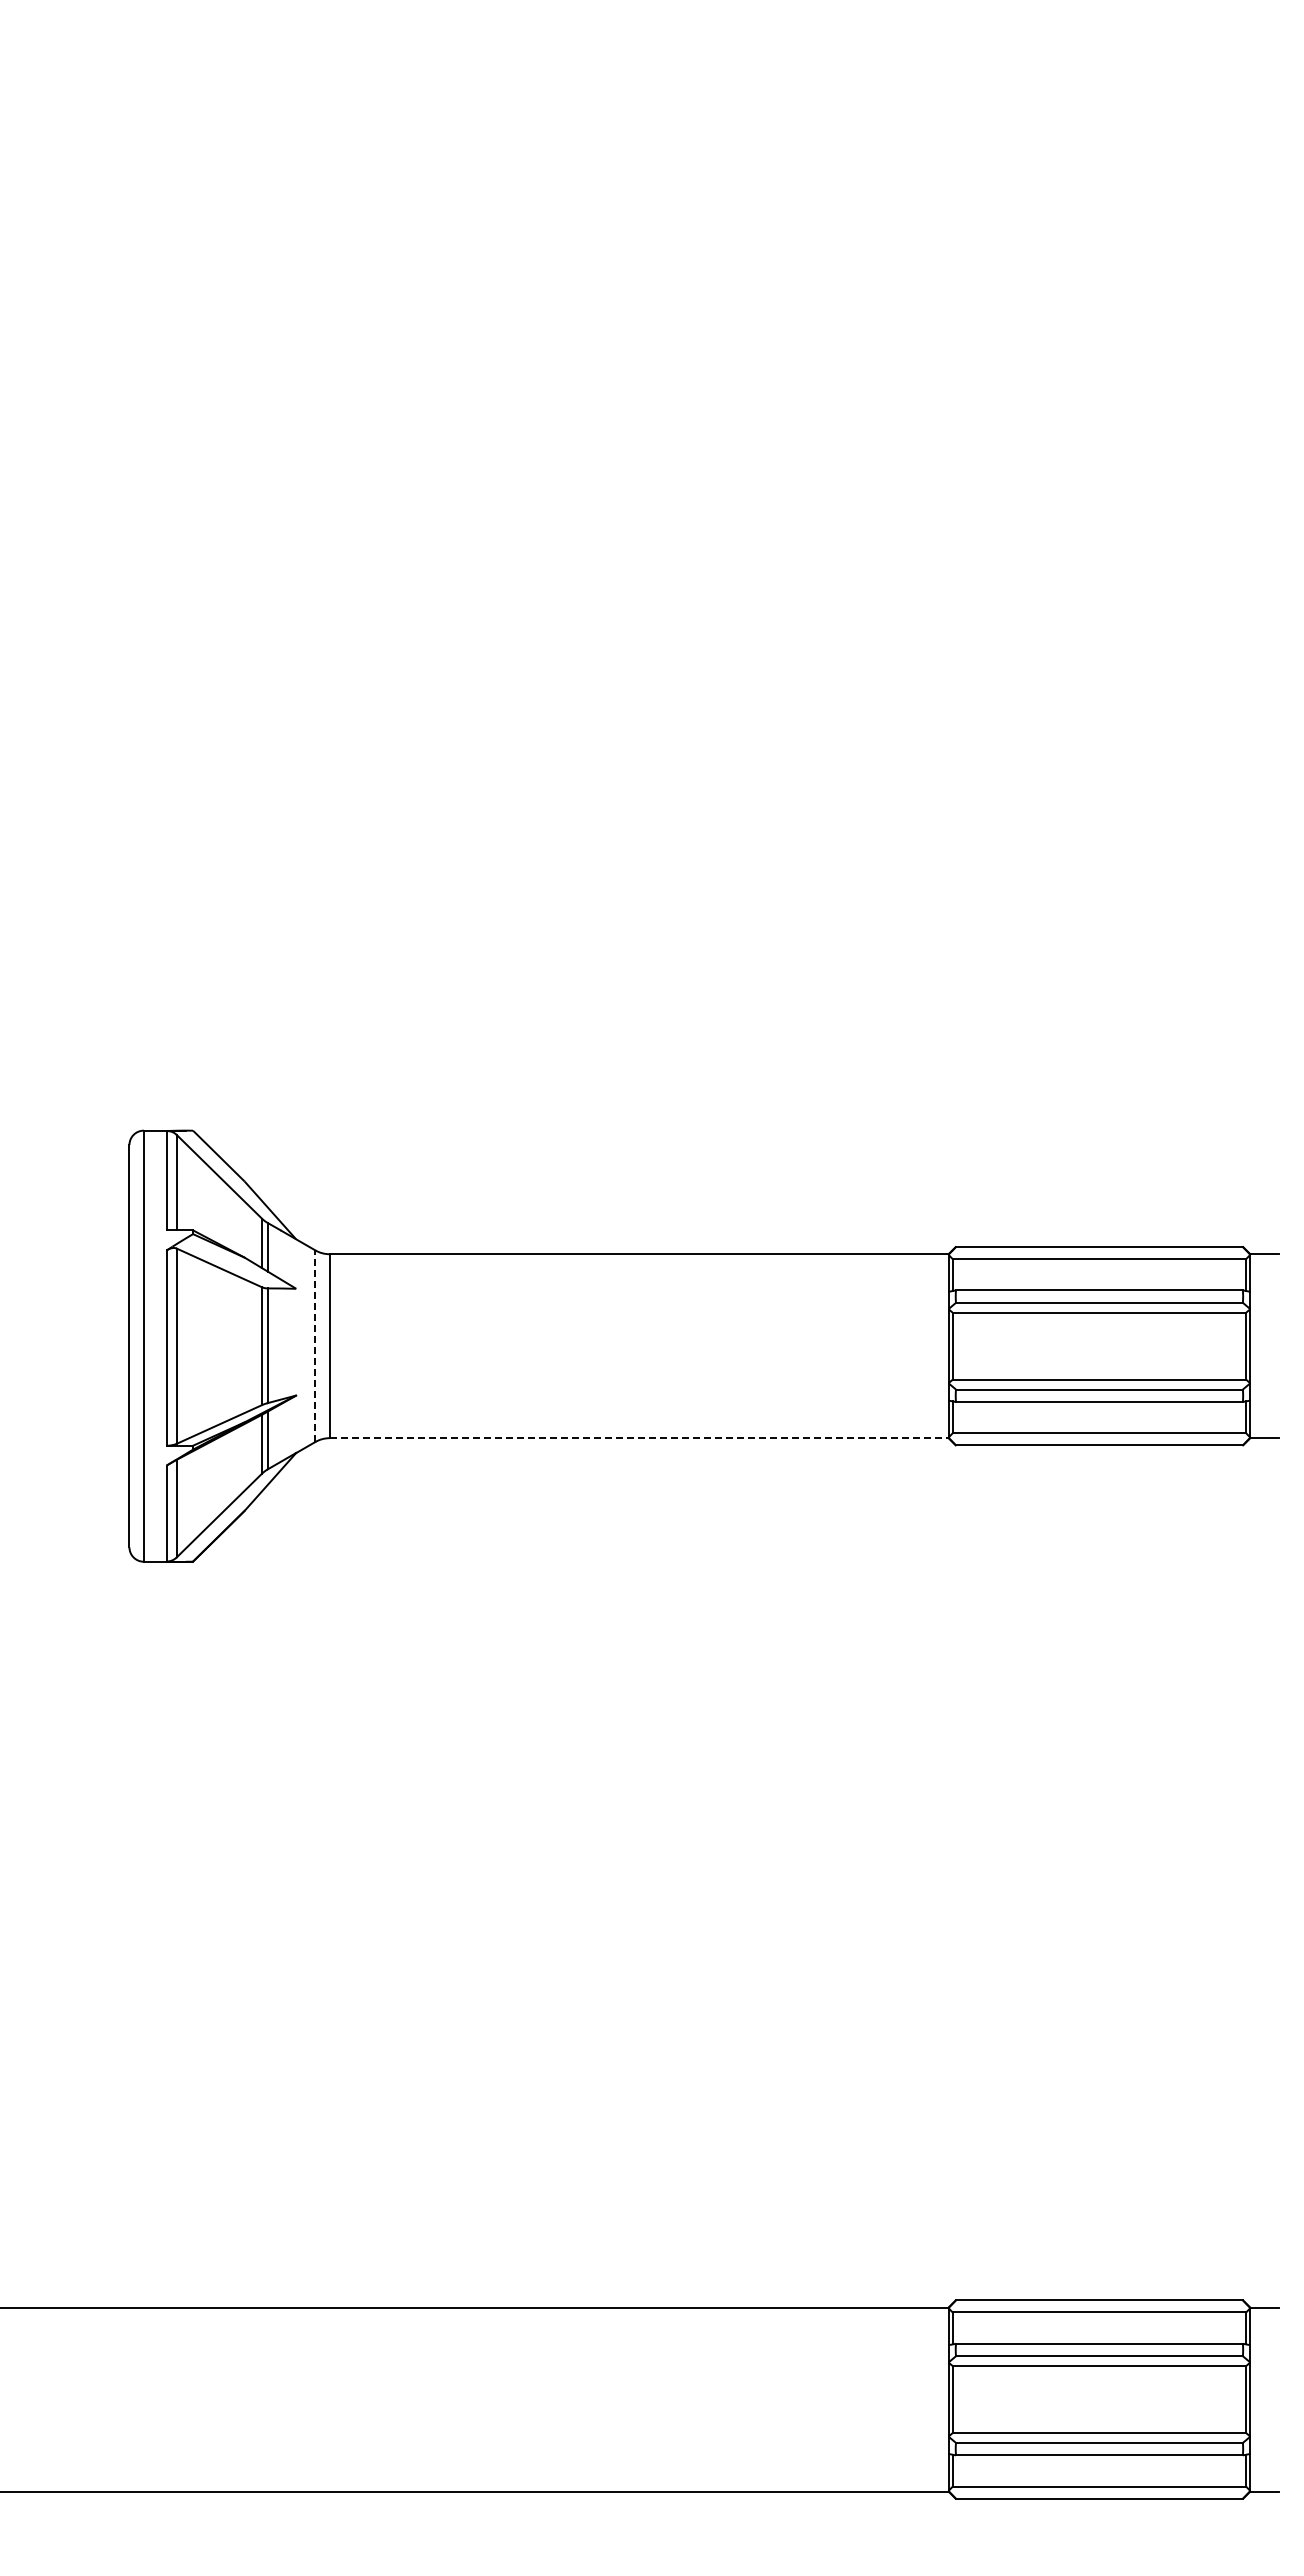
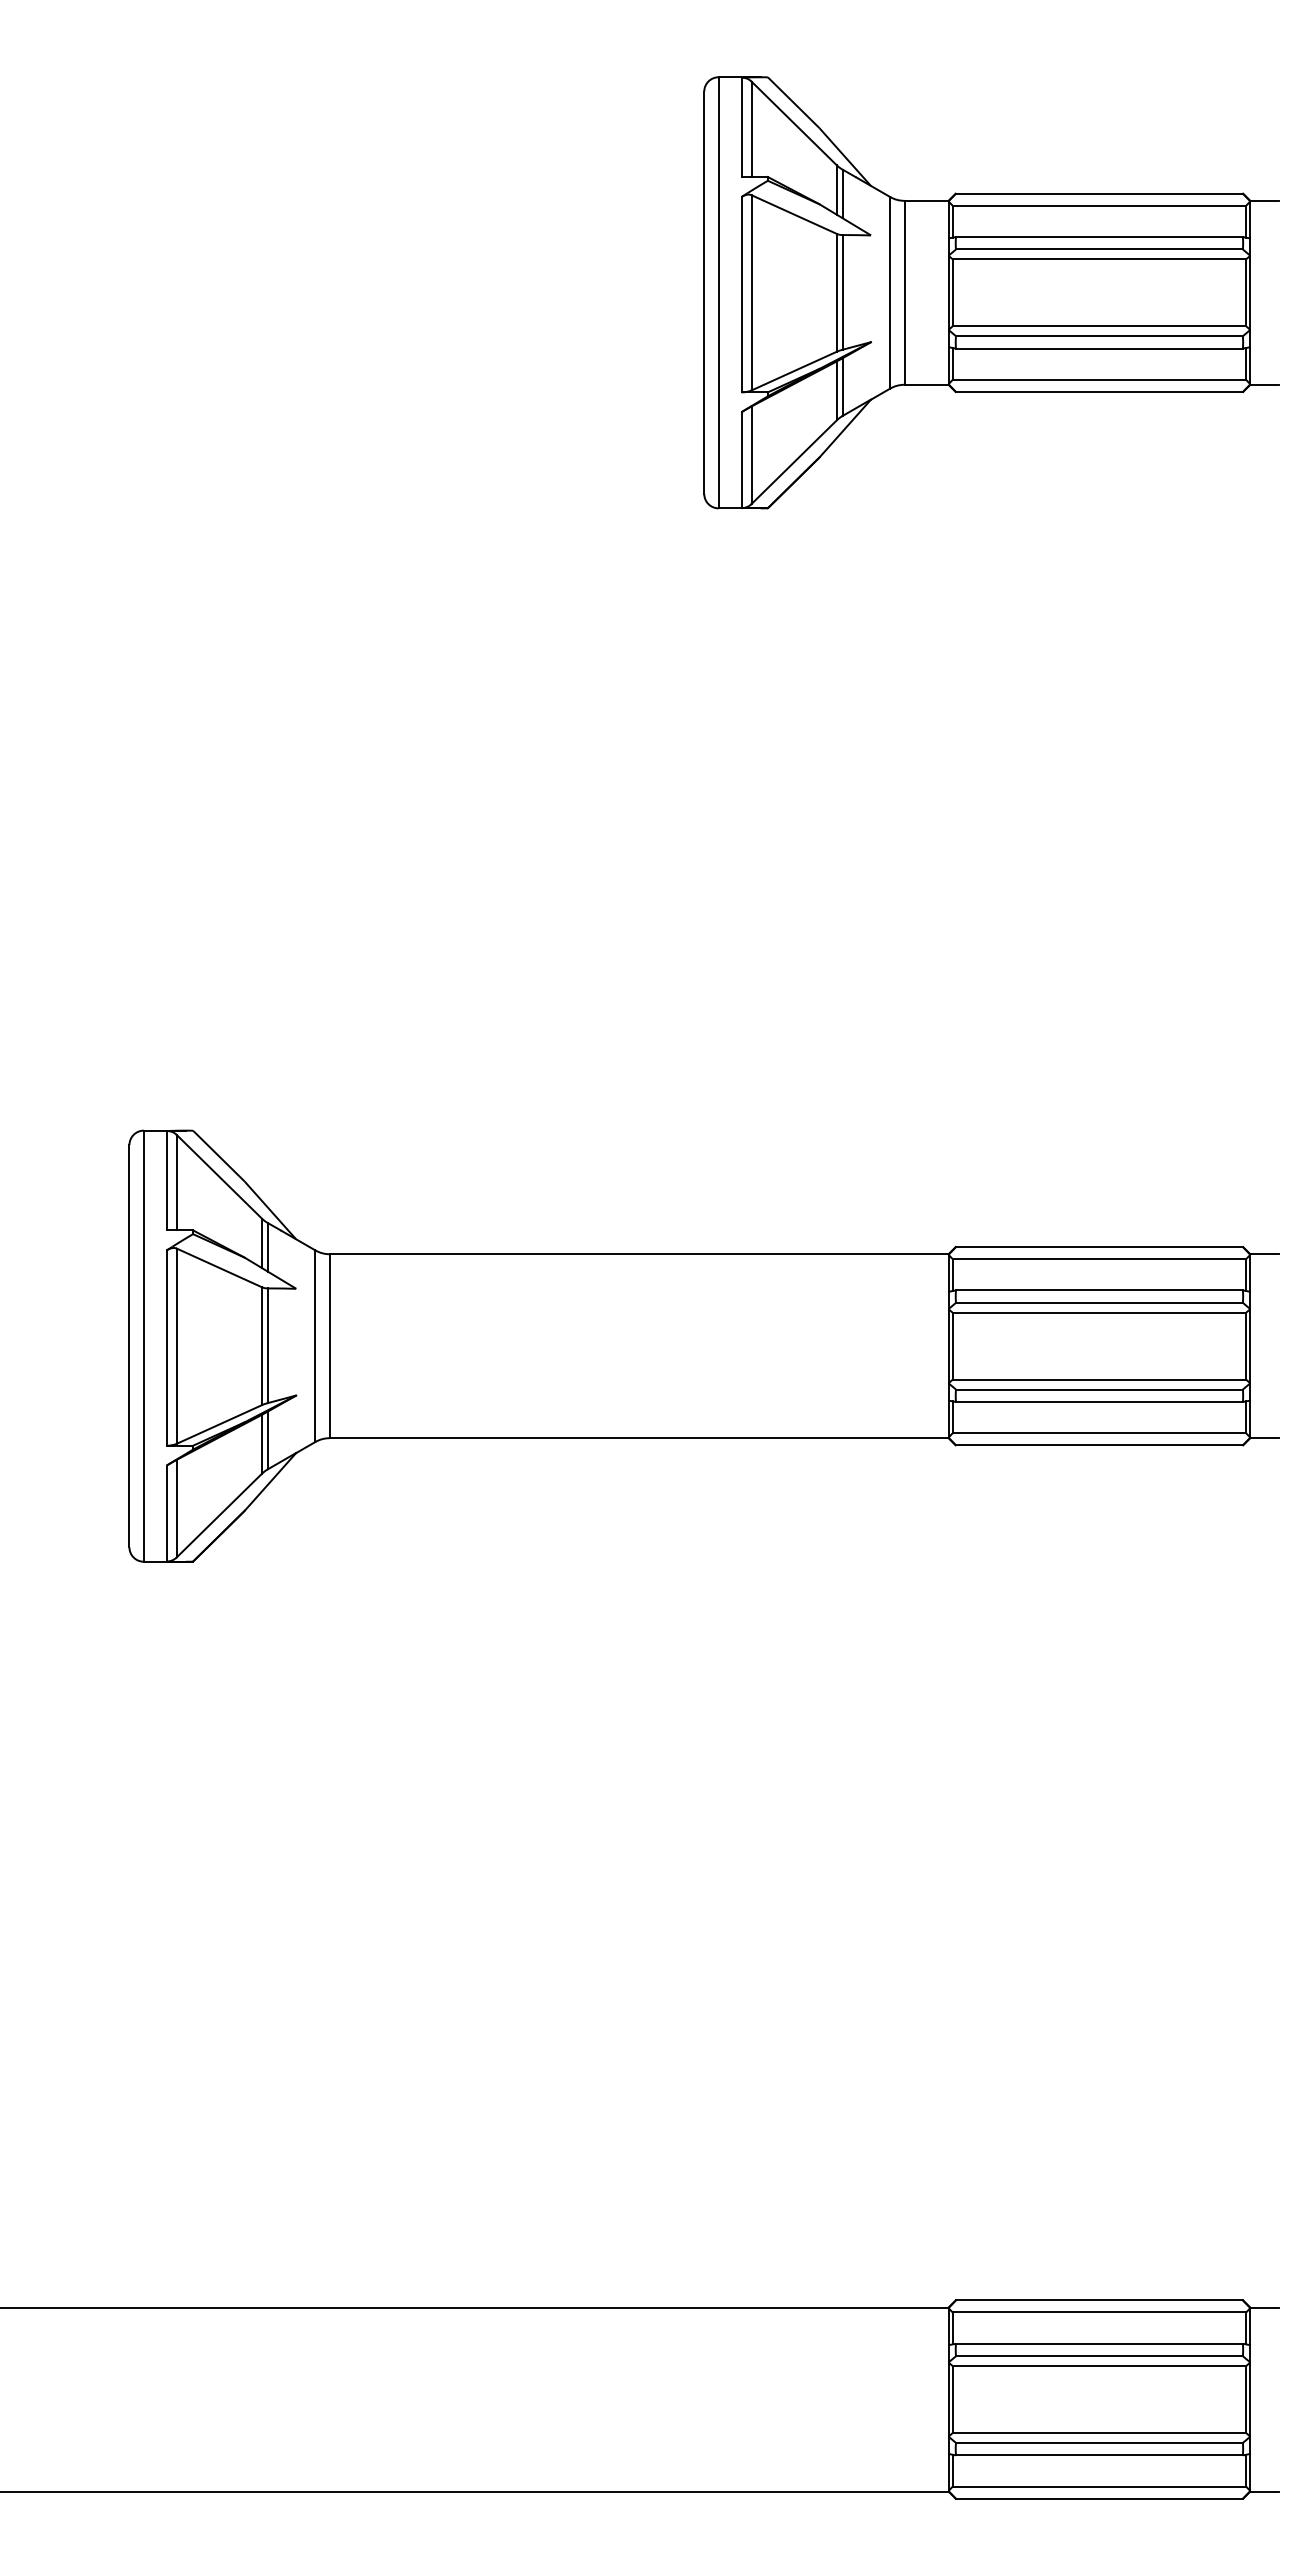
part at (991, 292): none -> present
line at (315, 1346): dashed -> solid
line at (639, 1438): dashed -> solid
